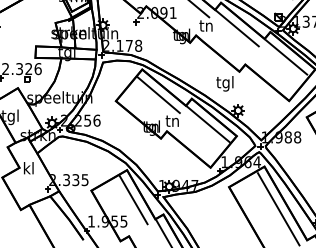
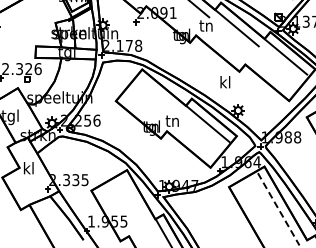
text at (224, 83): tgl -> kl
line at (158, 94): present -> none
line at (133, 199): present -> none
line at (278, 209): solid -> dashed
